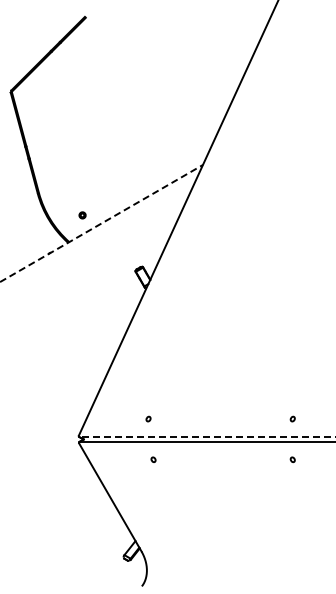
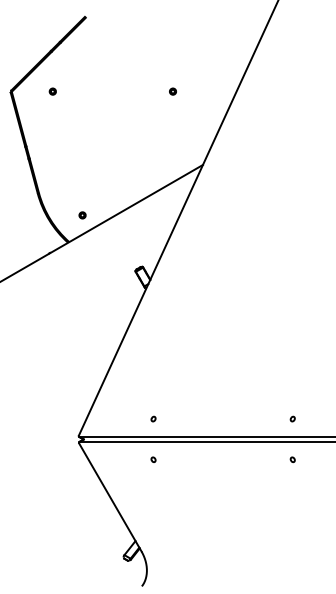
part at (52, 91): none -> present
part at (172, 91): none -> present
line at (101, 223): dashed -> solid
part at (148, 418) position: (148, 418) -> (153, 418)
line at (207, 437): dashed -> solid
